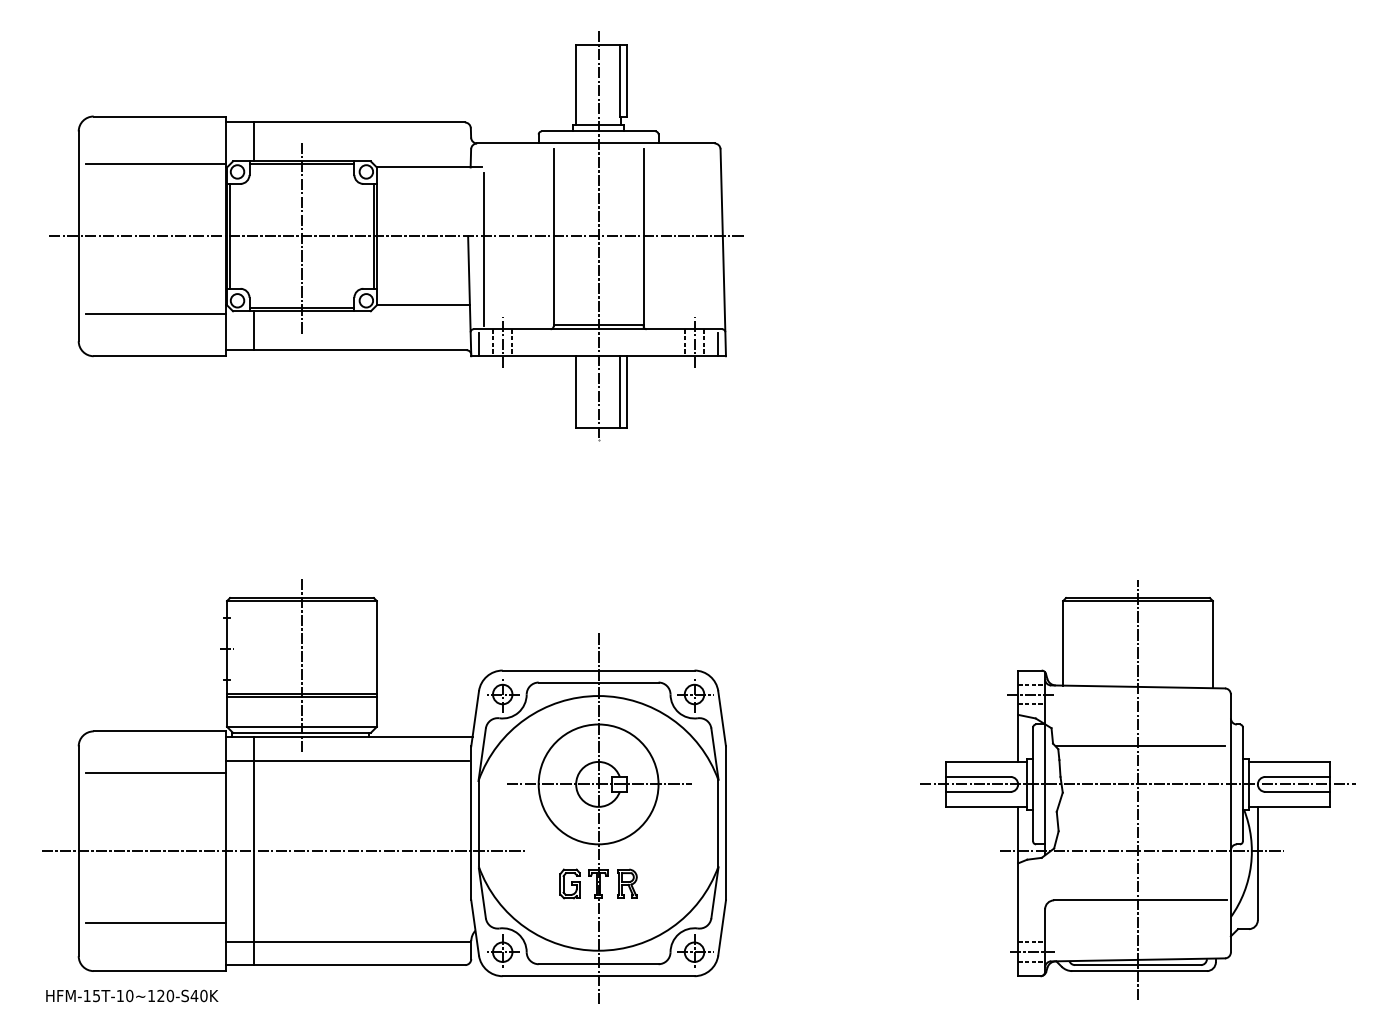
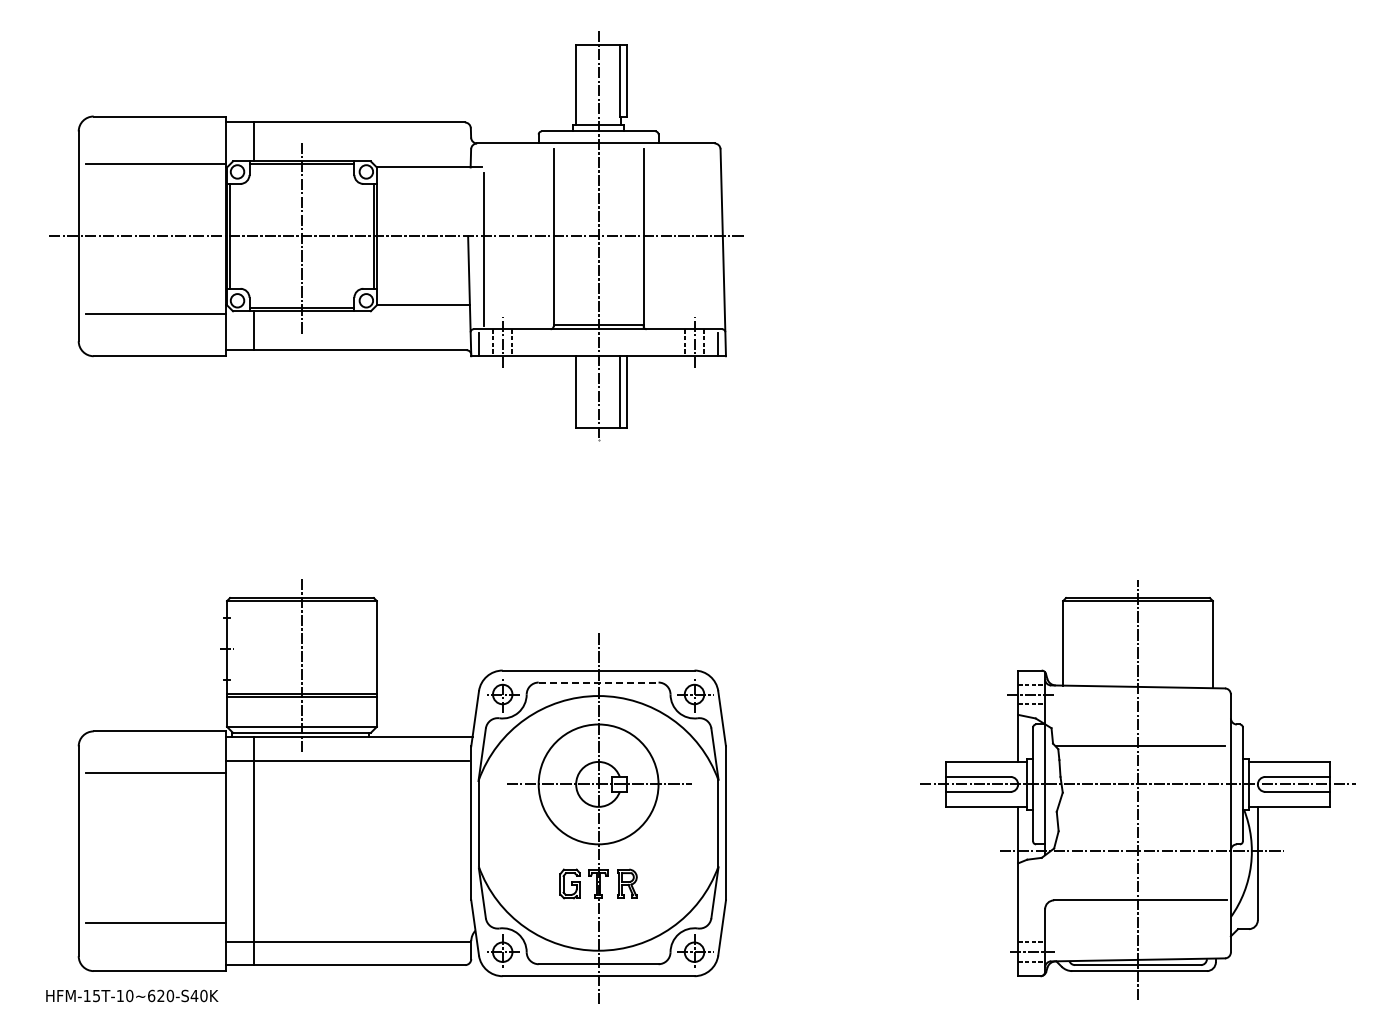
line at (598, 682): solid -> dashed
line at (282, 851): present -> none
text at (151, 995): HFM-15T-10~120-S40K -> HFM-15T-10~620-S40K
